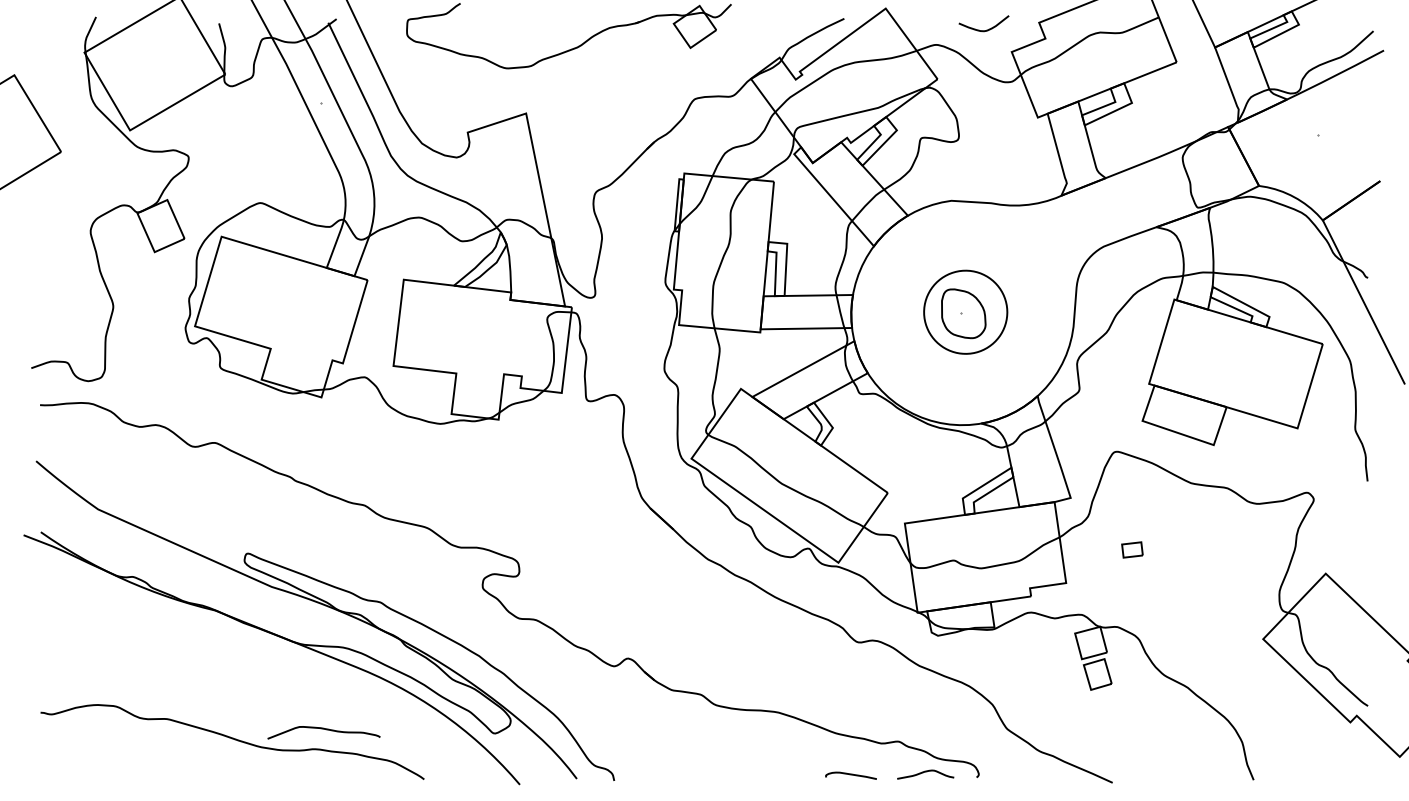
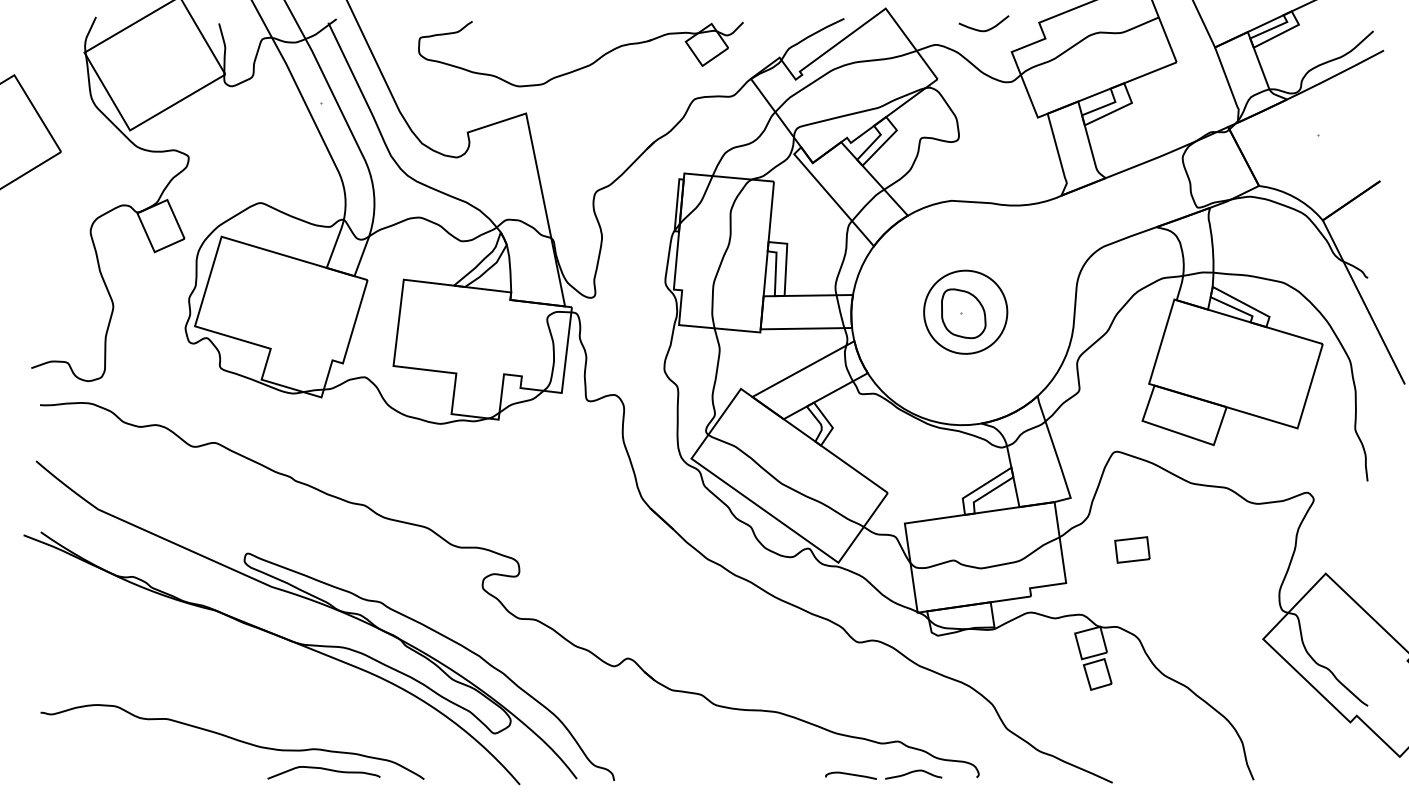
part at (571, 48) position: (571, 48) -> (583, 66)
part at (1132, 549) size: 23x18 px -> 37x28 px
curve at (323, 729) position: (323, 729) -> (323, 769)
curve at (925, 772) position: (925, 772) -> (913, 772)
